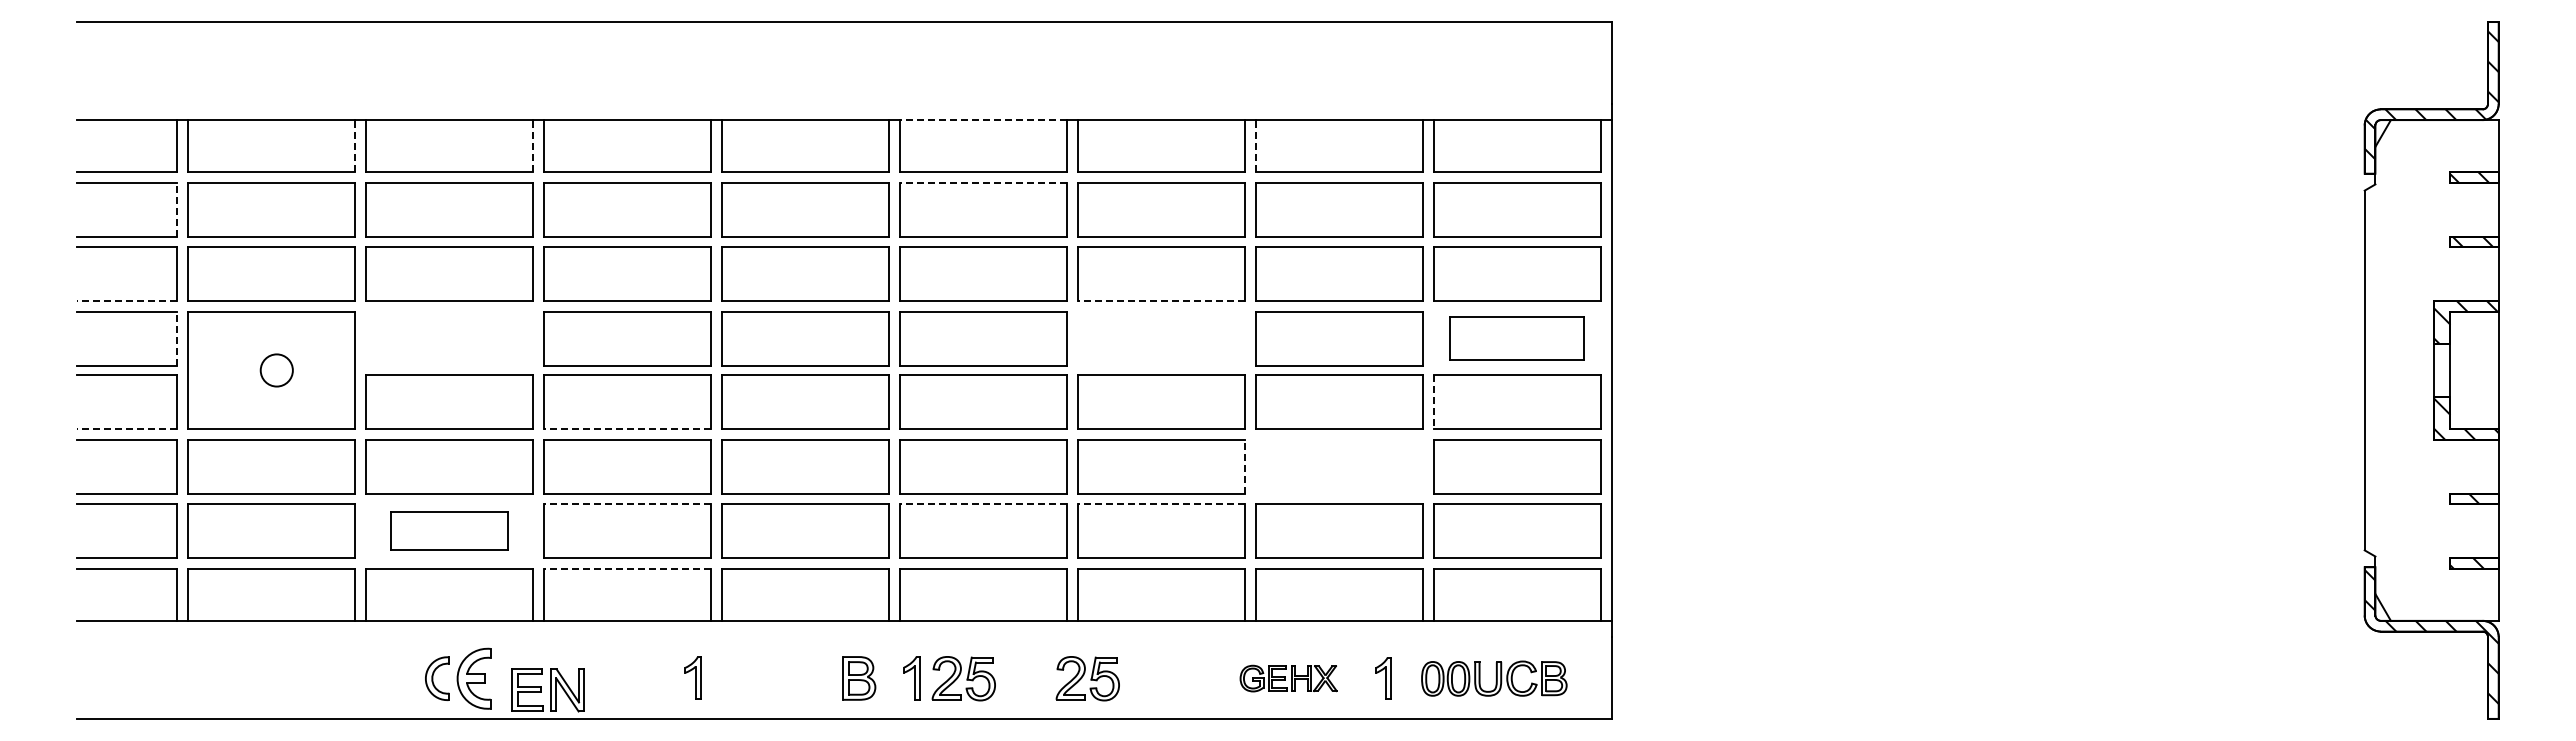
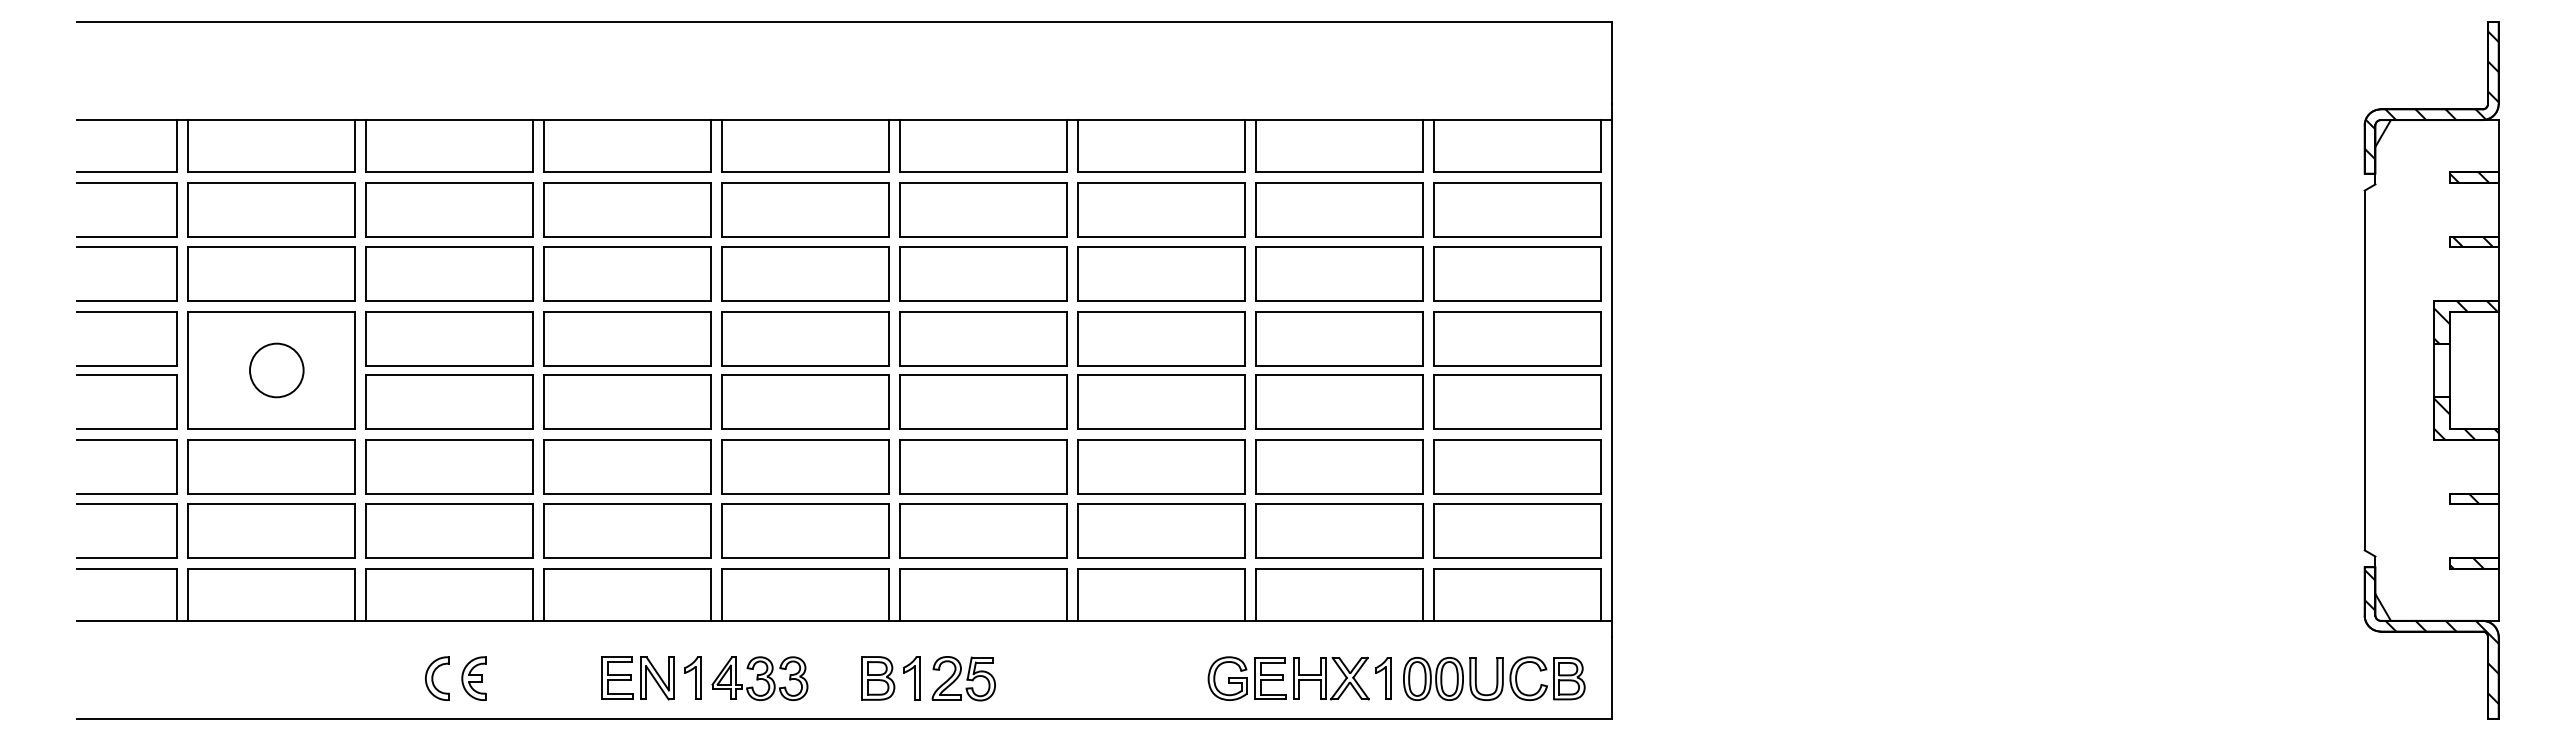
line at (983, 120): dashed -> solid
line at (355, 145): dashed -> solid
line at (533, 145): dashed -> solid
line at (1255, 145): dashed -> solid
line at (983, 182): dashed -> solid
line at (177, 209): dashed -> solid
line at (127, 300): dashed -> solid
line at (1161, 300): dashed -> solid
line at (177, 338): dashed -> solid
part at (449, 338): none -> present
part at (1161, 338): none -> present
part at (1516, 338) size: 136x45 px -> 169x56 px
circle at (276, 370) diameter: 32 px -> 54 px
line at (1433, 402): dashed -> solid
line at (127, 429): dashed -> solid
line at (627, 429): dashed -> solid
line at (1244, 466): dashed -> solid
part at (1339, 466): none -> present
line at (627, 503): dashed -> solid
line at (983, 503): dashed -> solid
line at (1161, 503): dashed -> solid
part at (449, 530) size: 119x40 px -> 169x56 px
line at (627, 568): dashed -> solid
part at (473, 678) size: 36x63 px -> 26x45 px
part at (759, 678): none -> present
part at (859, 678) position: (859, 678) -> (878, 678)
part at (1087, 678): present -> none
part at (1288, 678) size: 99x29 px -> 163x45 px
part at (1494, 678) size: 147x37 px -> 183x45 px
part at (547, 690) position: (547, 690) -> (637, 678)
